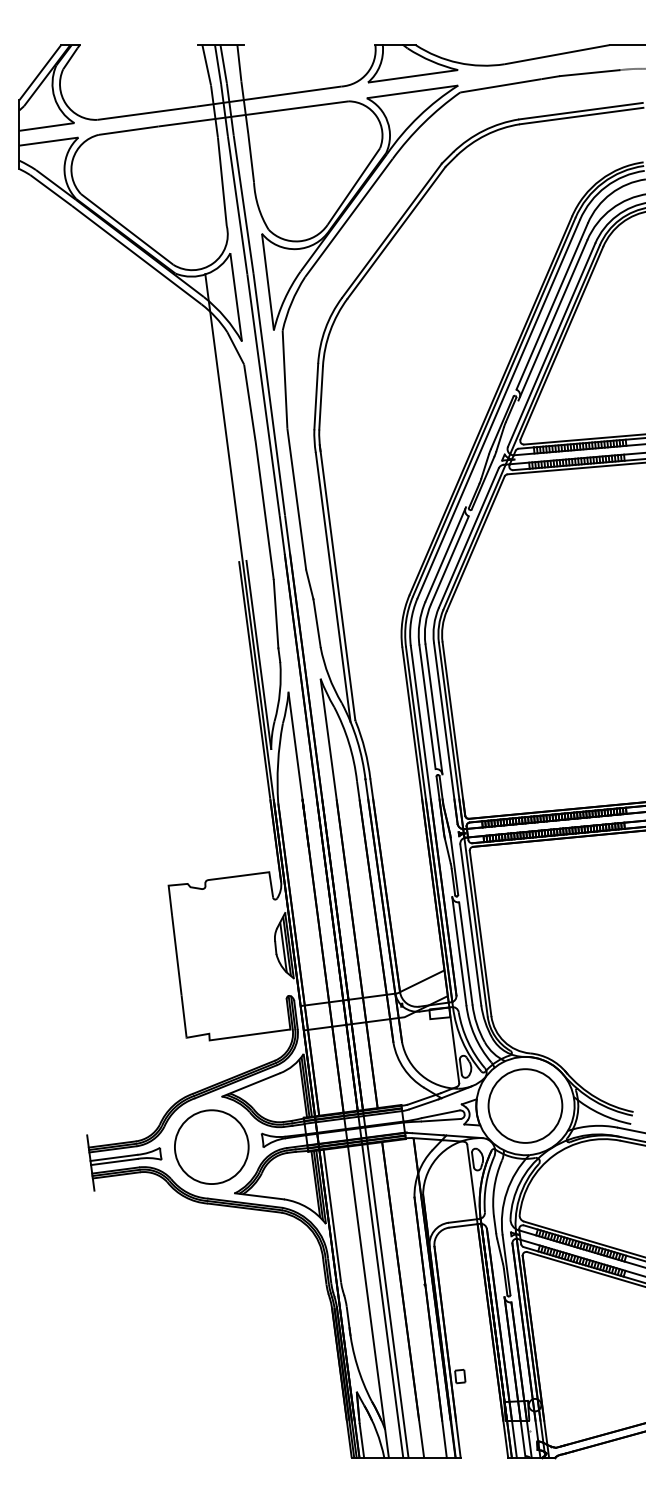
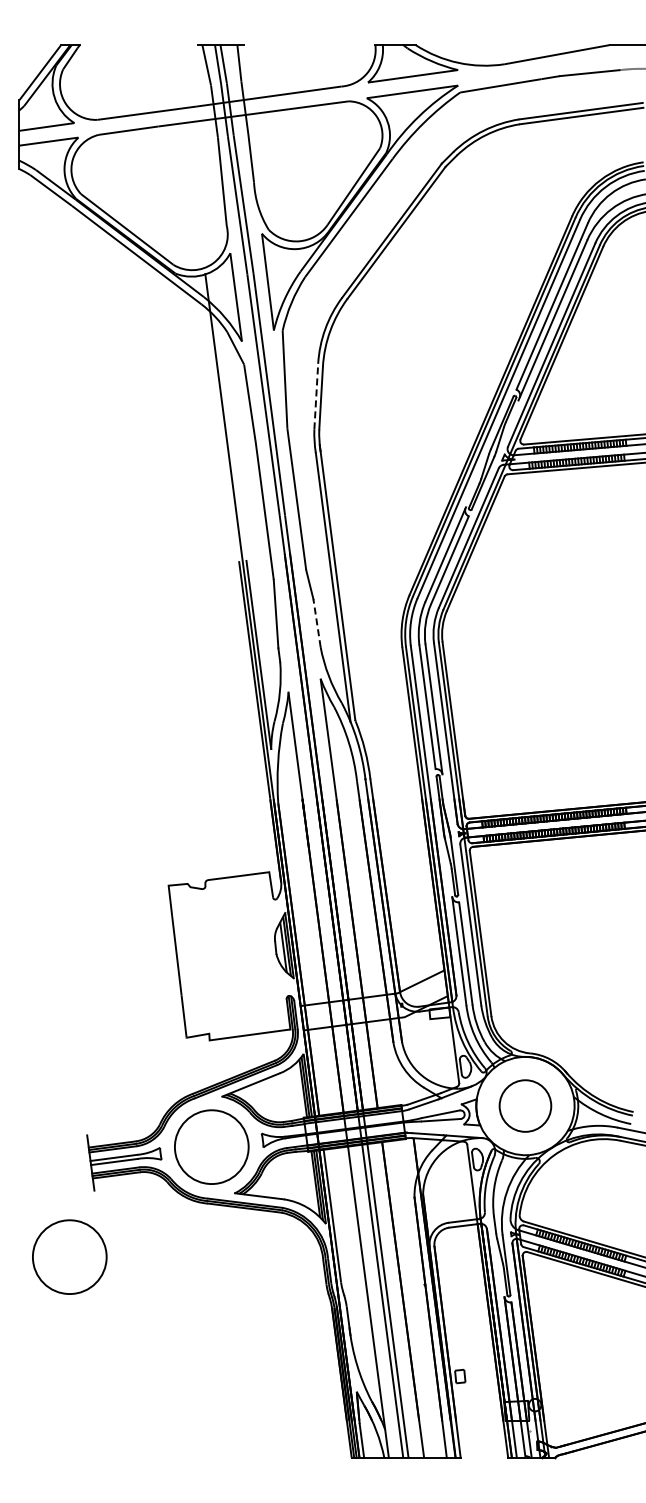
line at (316, 396): solid -> dashed
line at (316, 622): solid -> dashed
circle at (525, 1105) diameter: 74 px -> 52 px
circle at (69, 1256): none -> present
